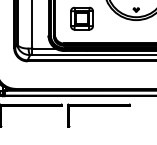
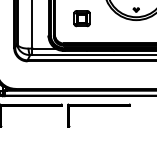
part at (81, 18) size: 24x25 px -> 18x18 px
